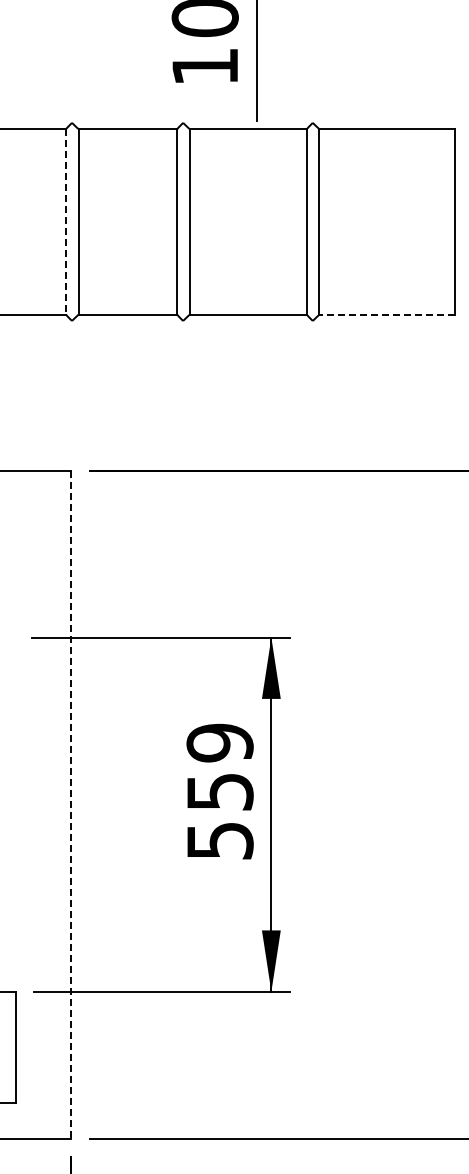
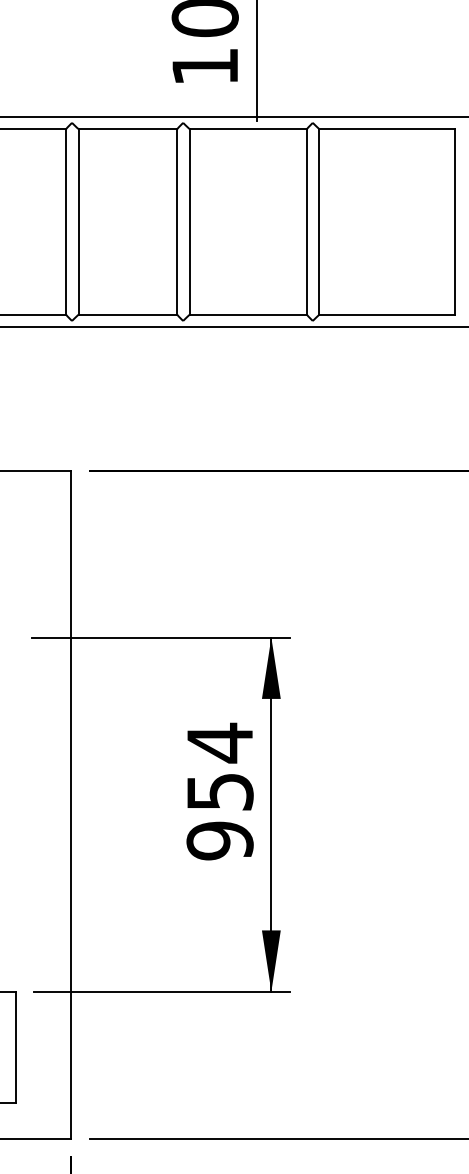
line at (233, 116): none -> present
line at (66, 221): dashed -> solid
line at (387, 314): dashed -> solid
line at (233, 327): none -> present
text at (219, 791): 559 -> 954
line at (71, 805): dashed -> solid
